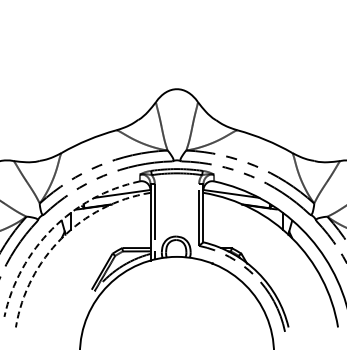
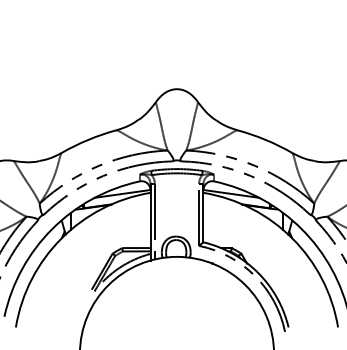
arc at (52, 229): dashed -> solid
arc at (61, 238): dashed -> solid
